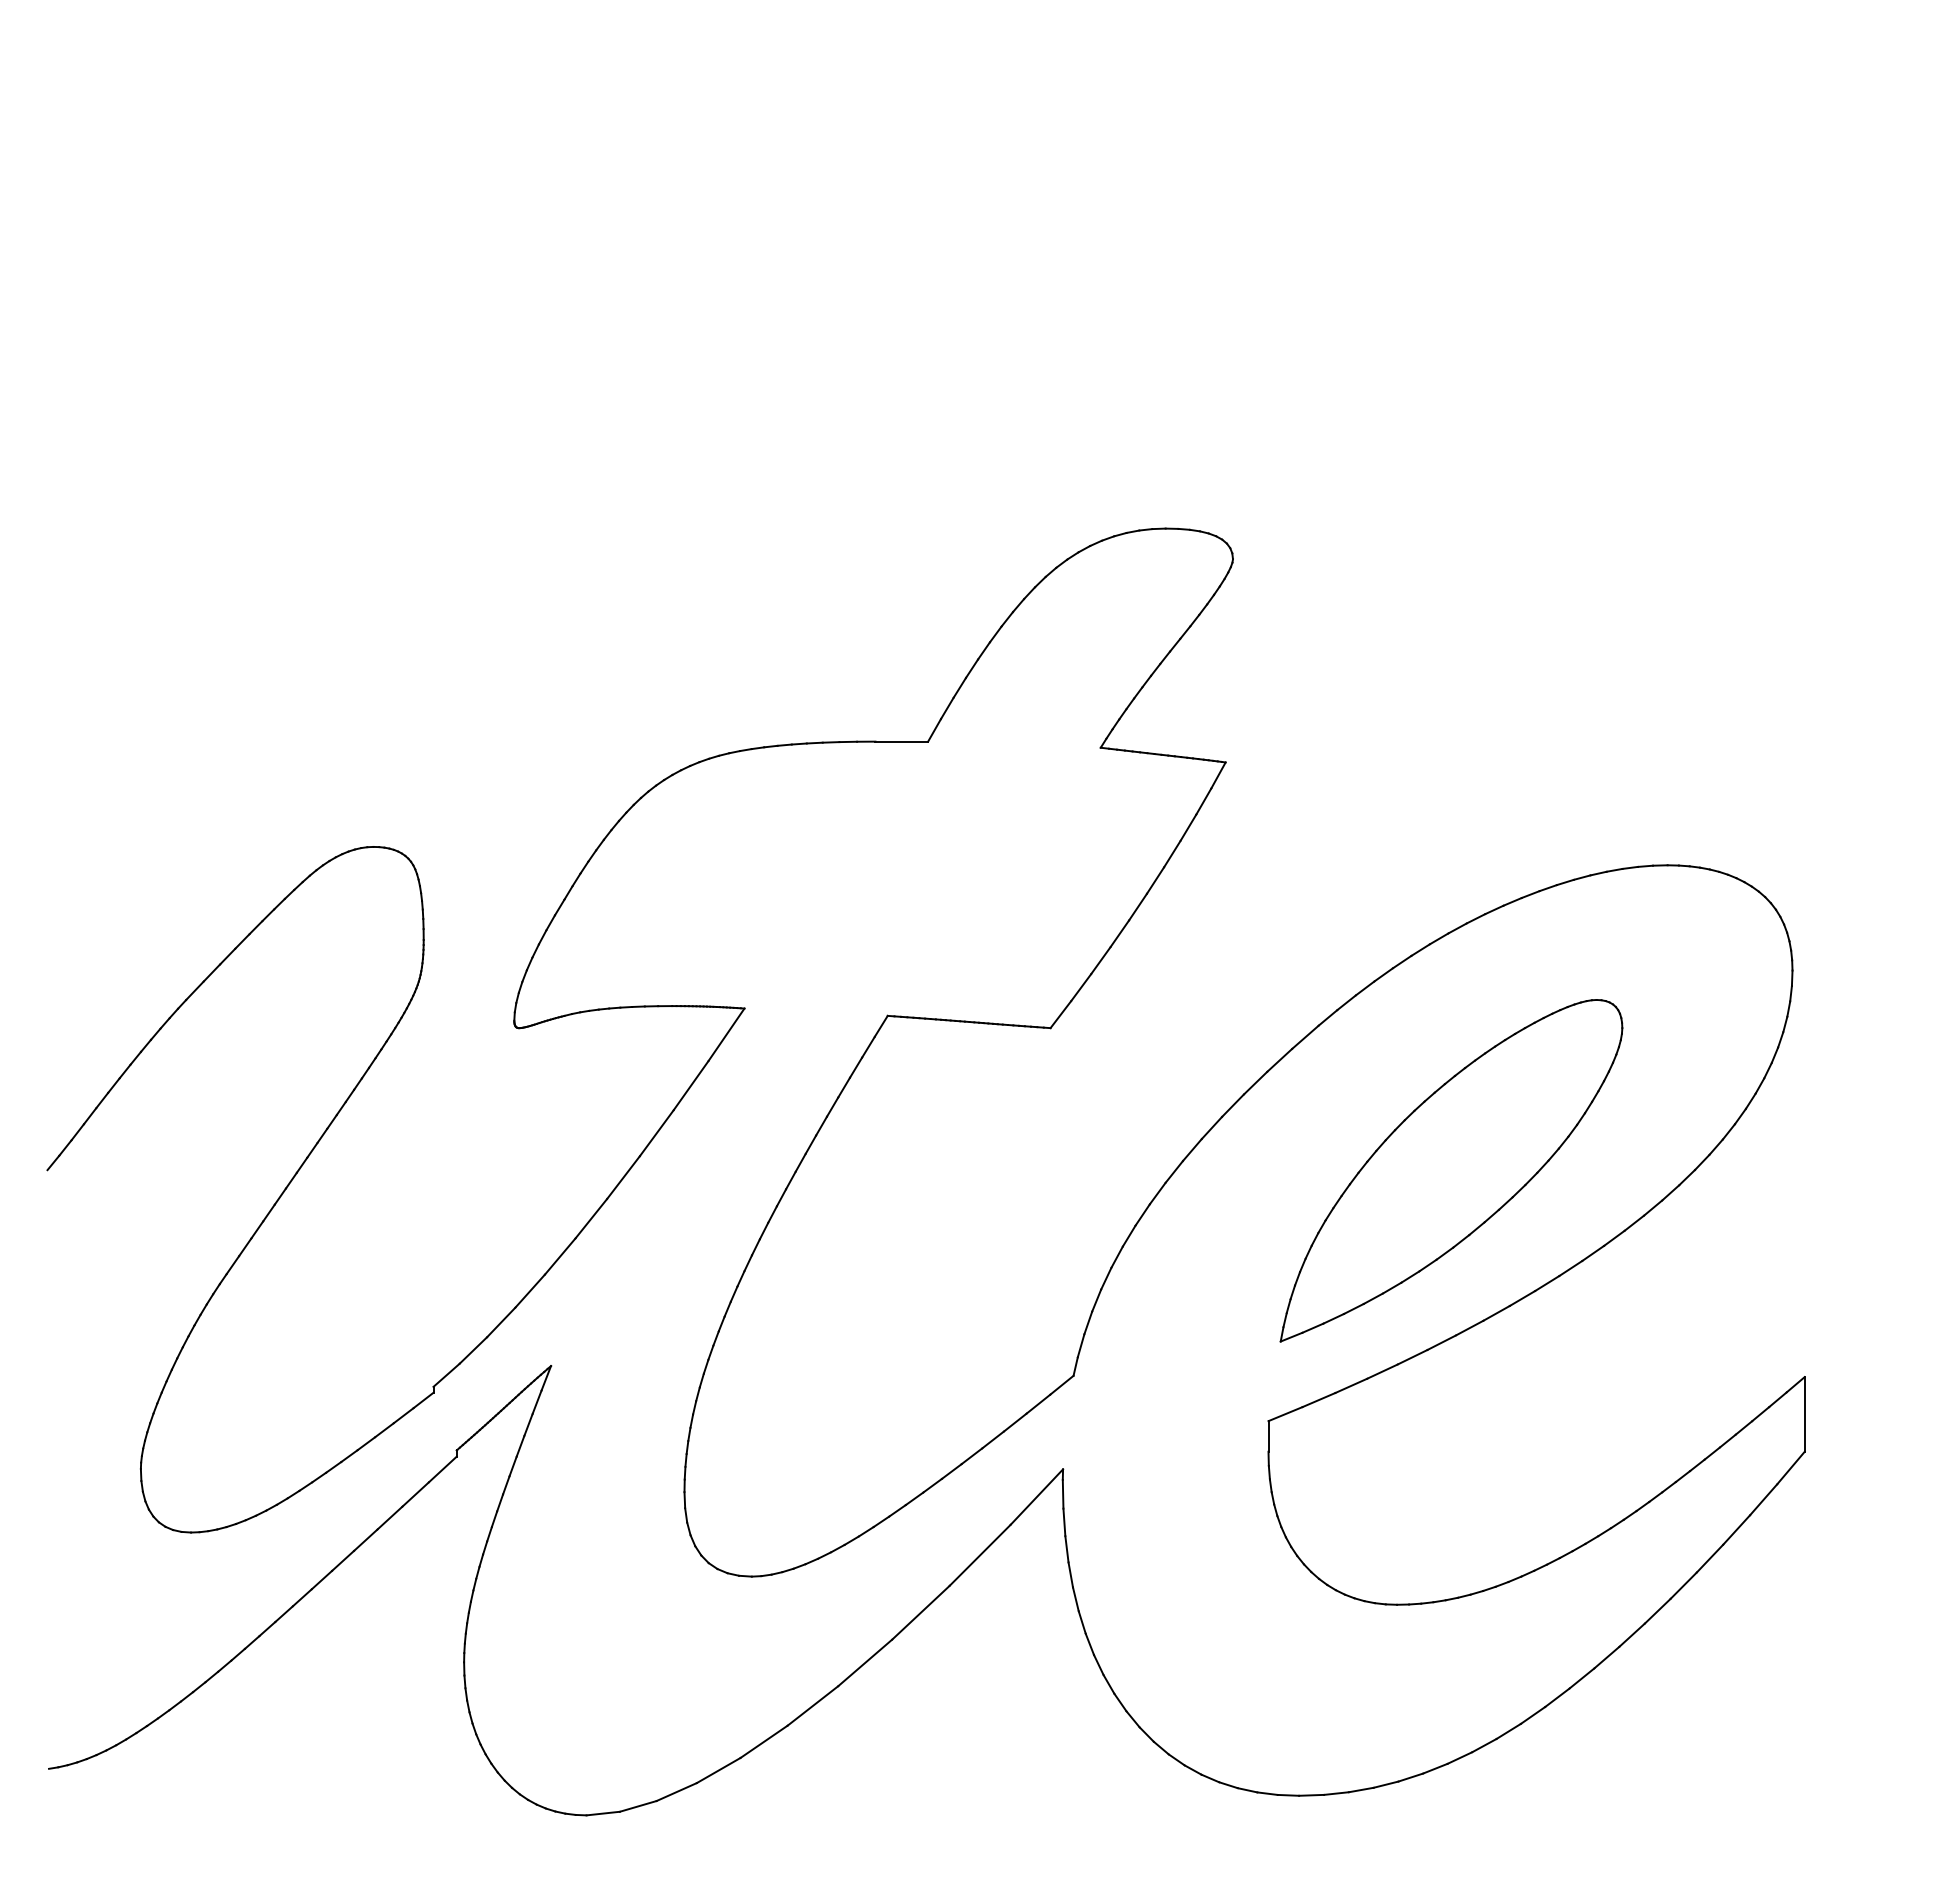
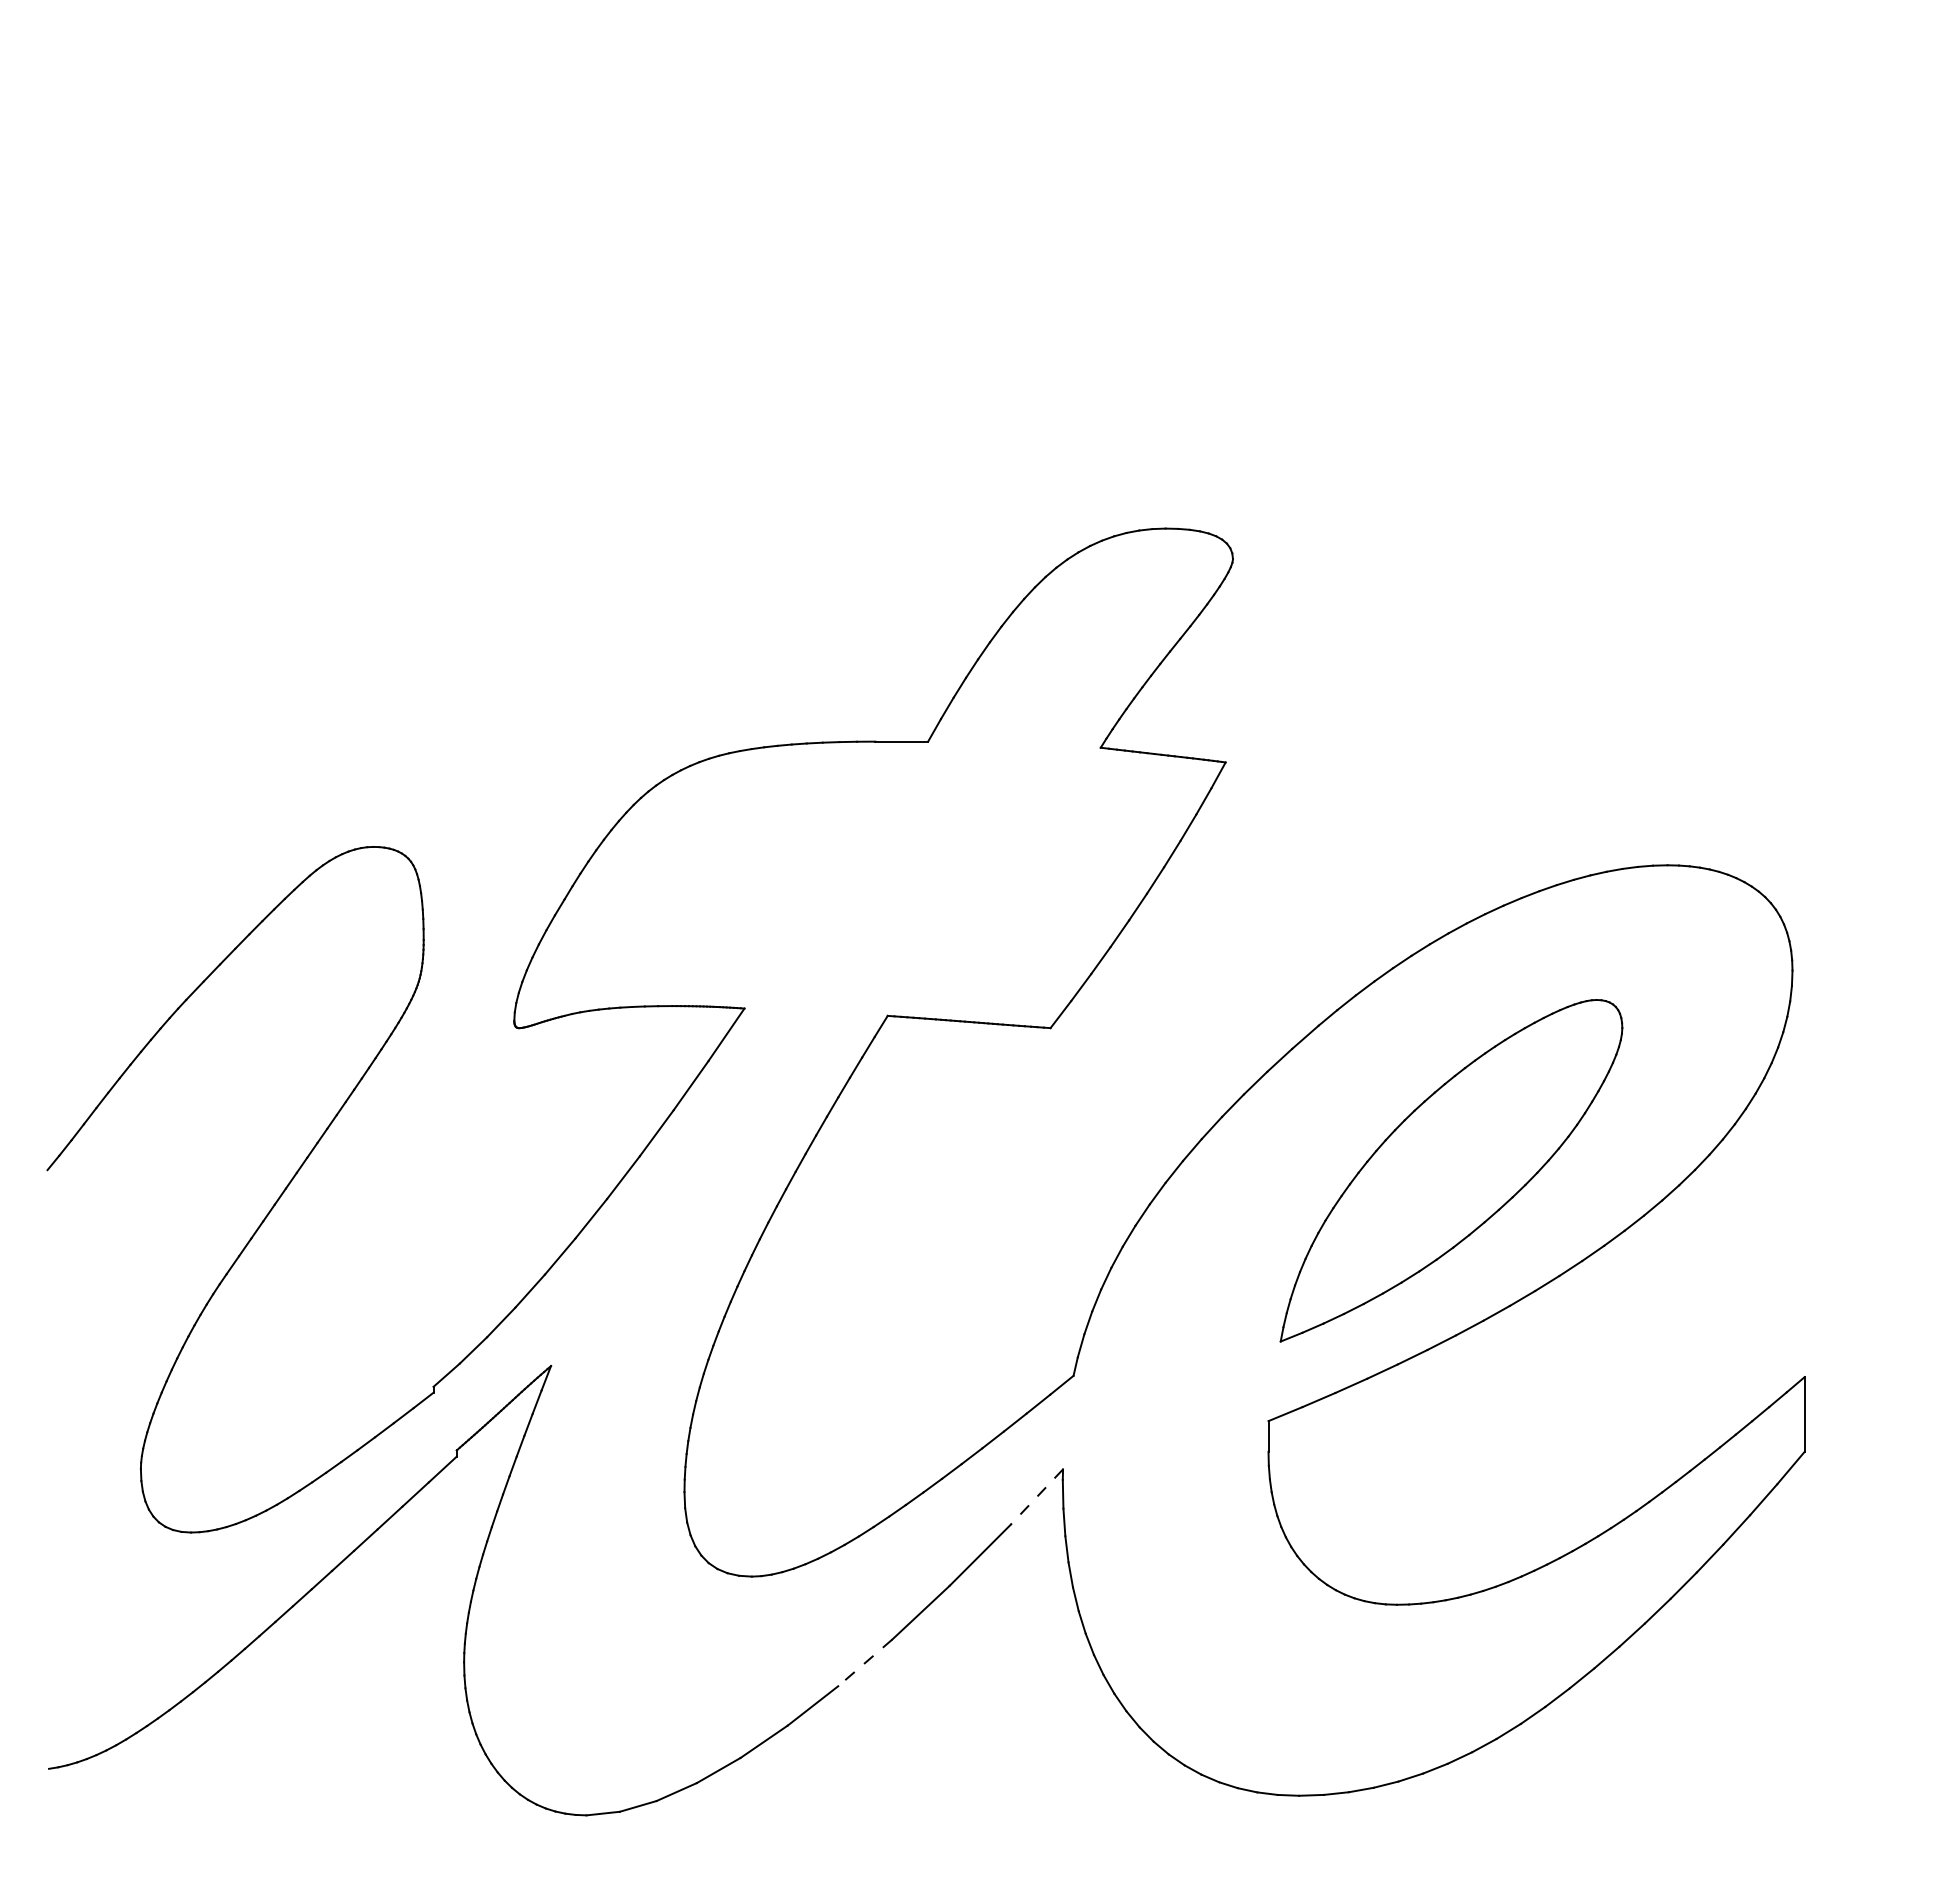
line at (1036, 1497): solid -> dashed
line at (865, 1662): solid -> dashed
